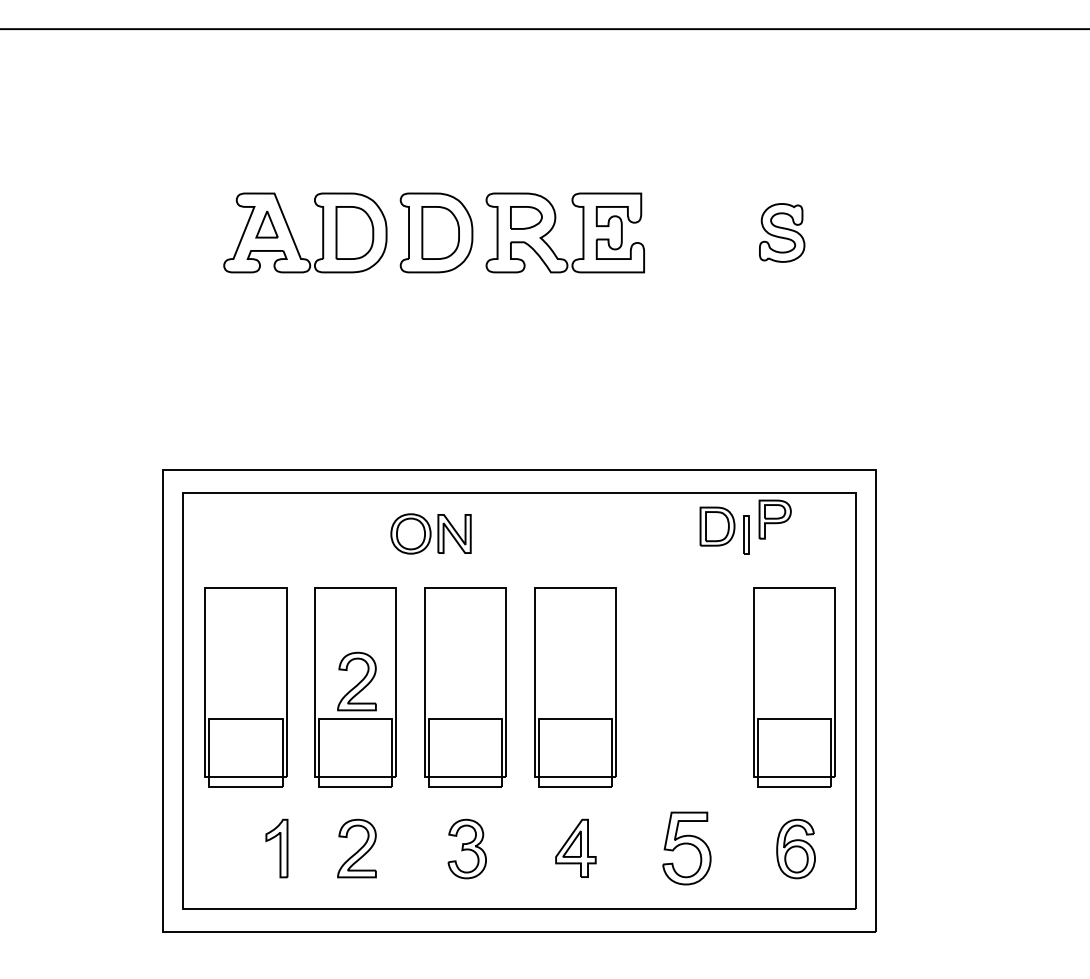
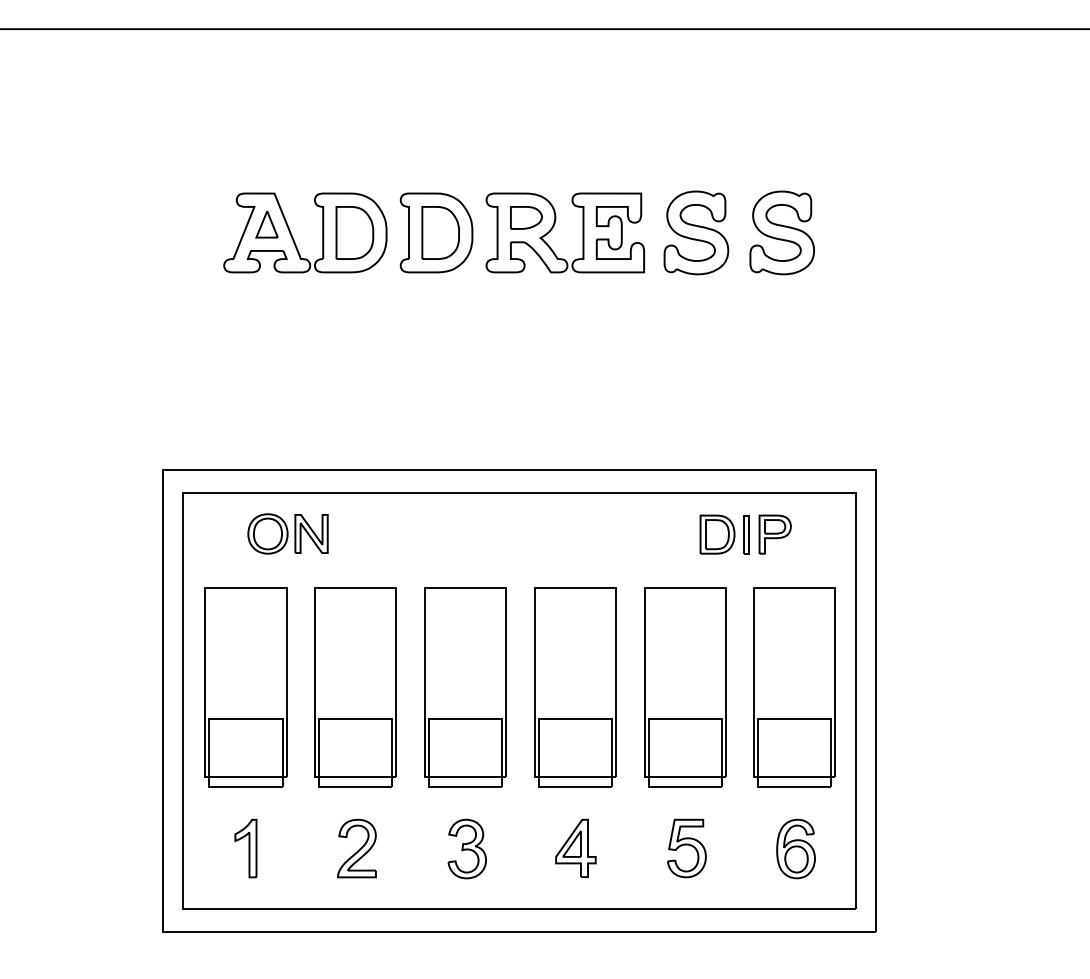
part at (696, 232): none -> present
part at (782, 232) size: 47x60 px -> 66x86 px
part at (774, 519) position: (774, 519) -> (774, 534)
part at (717, 526) position: (717, 526) -> (717, 534)
part at (430, 533) position: (430, 533) -> (287, 533)
part at (356, 681): present -> none
part at (685, 687): none -> present
part at (276, 848) position: (276, 848) -> (245, 848)
part at (686, 848) size: 50x75 px -> 40x61 px
